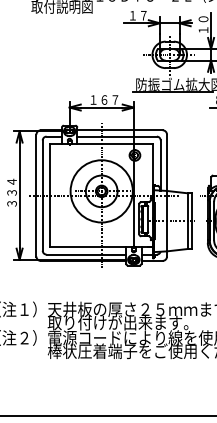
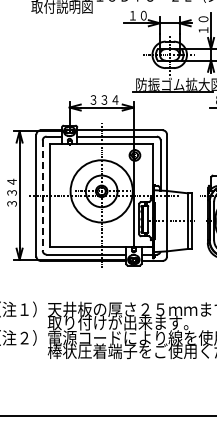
text at (143, 15): １７ -> １０
text at (104, 99): １６７ -> ３３４
line at (42, 196): solid -> dashed
